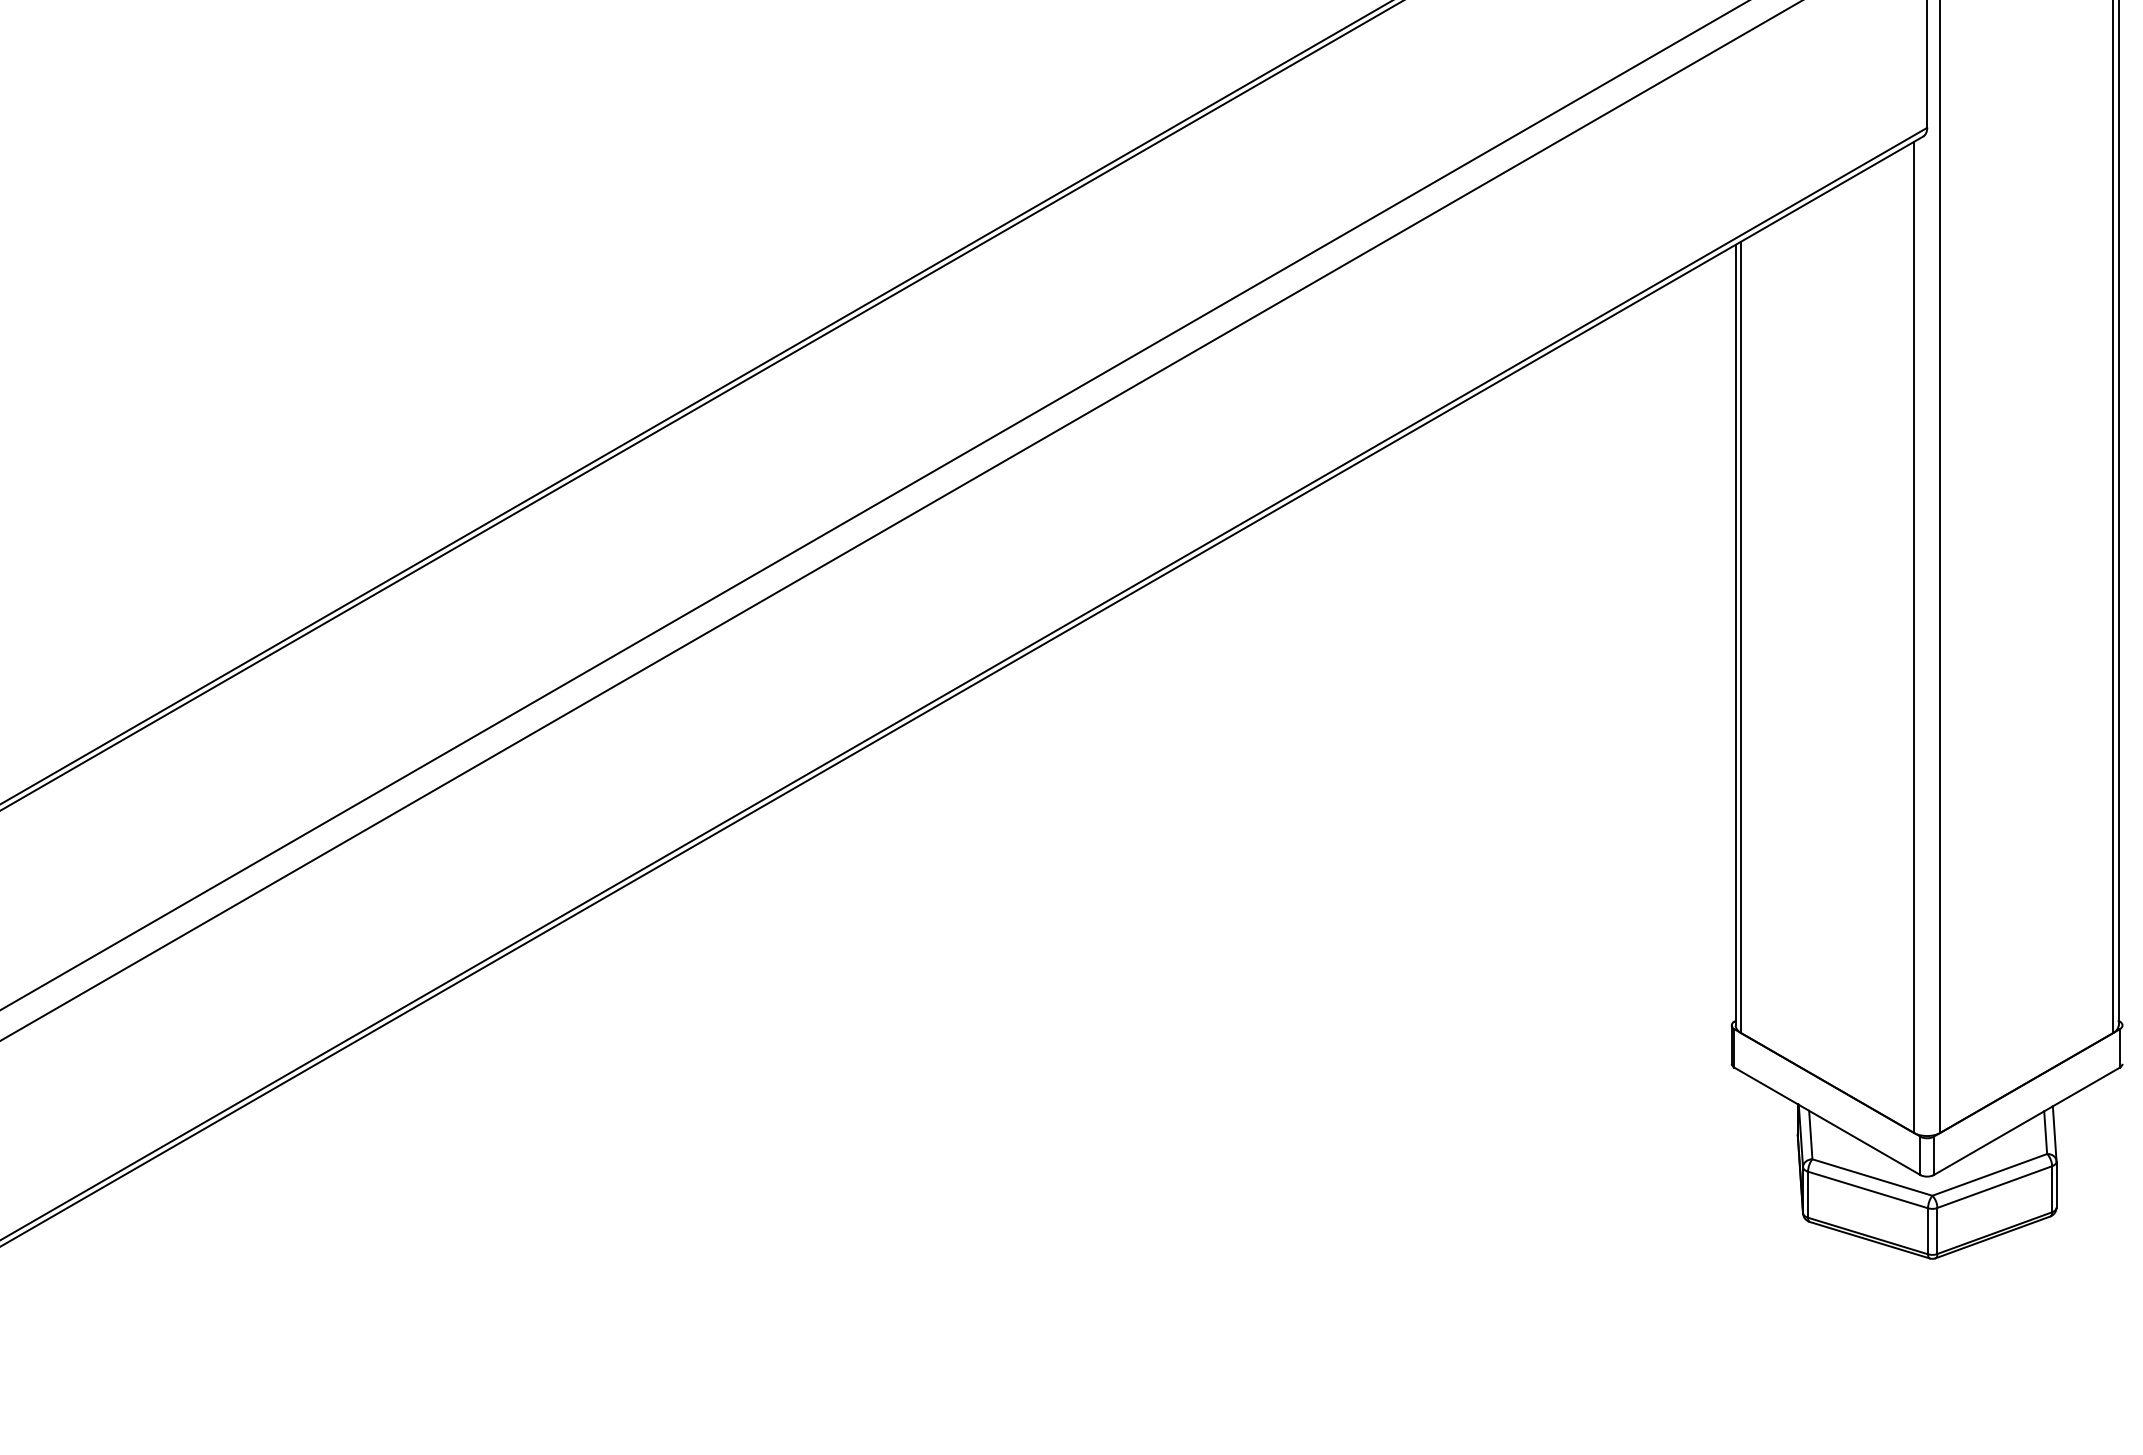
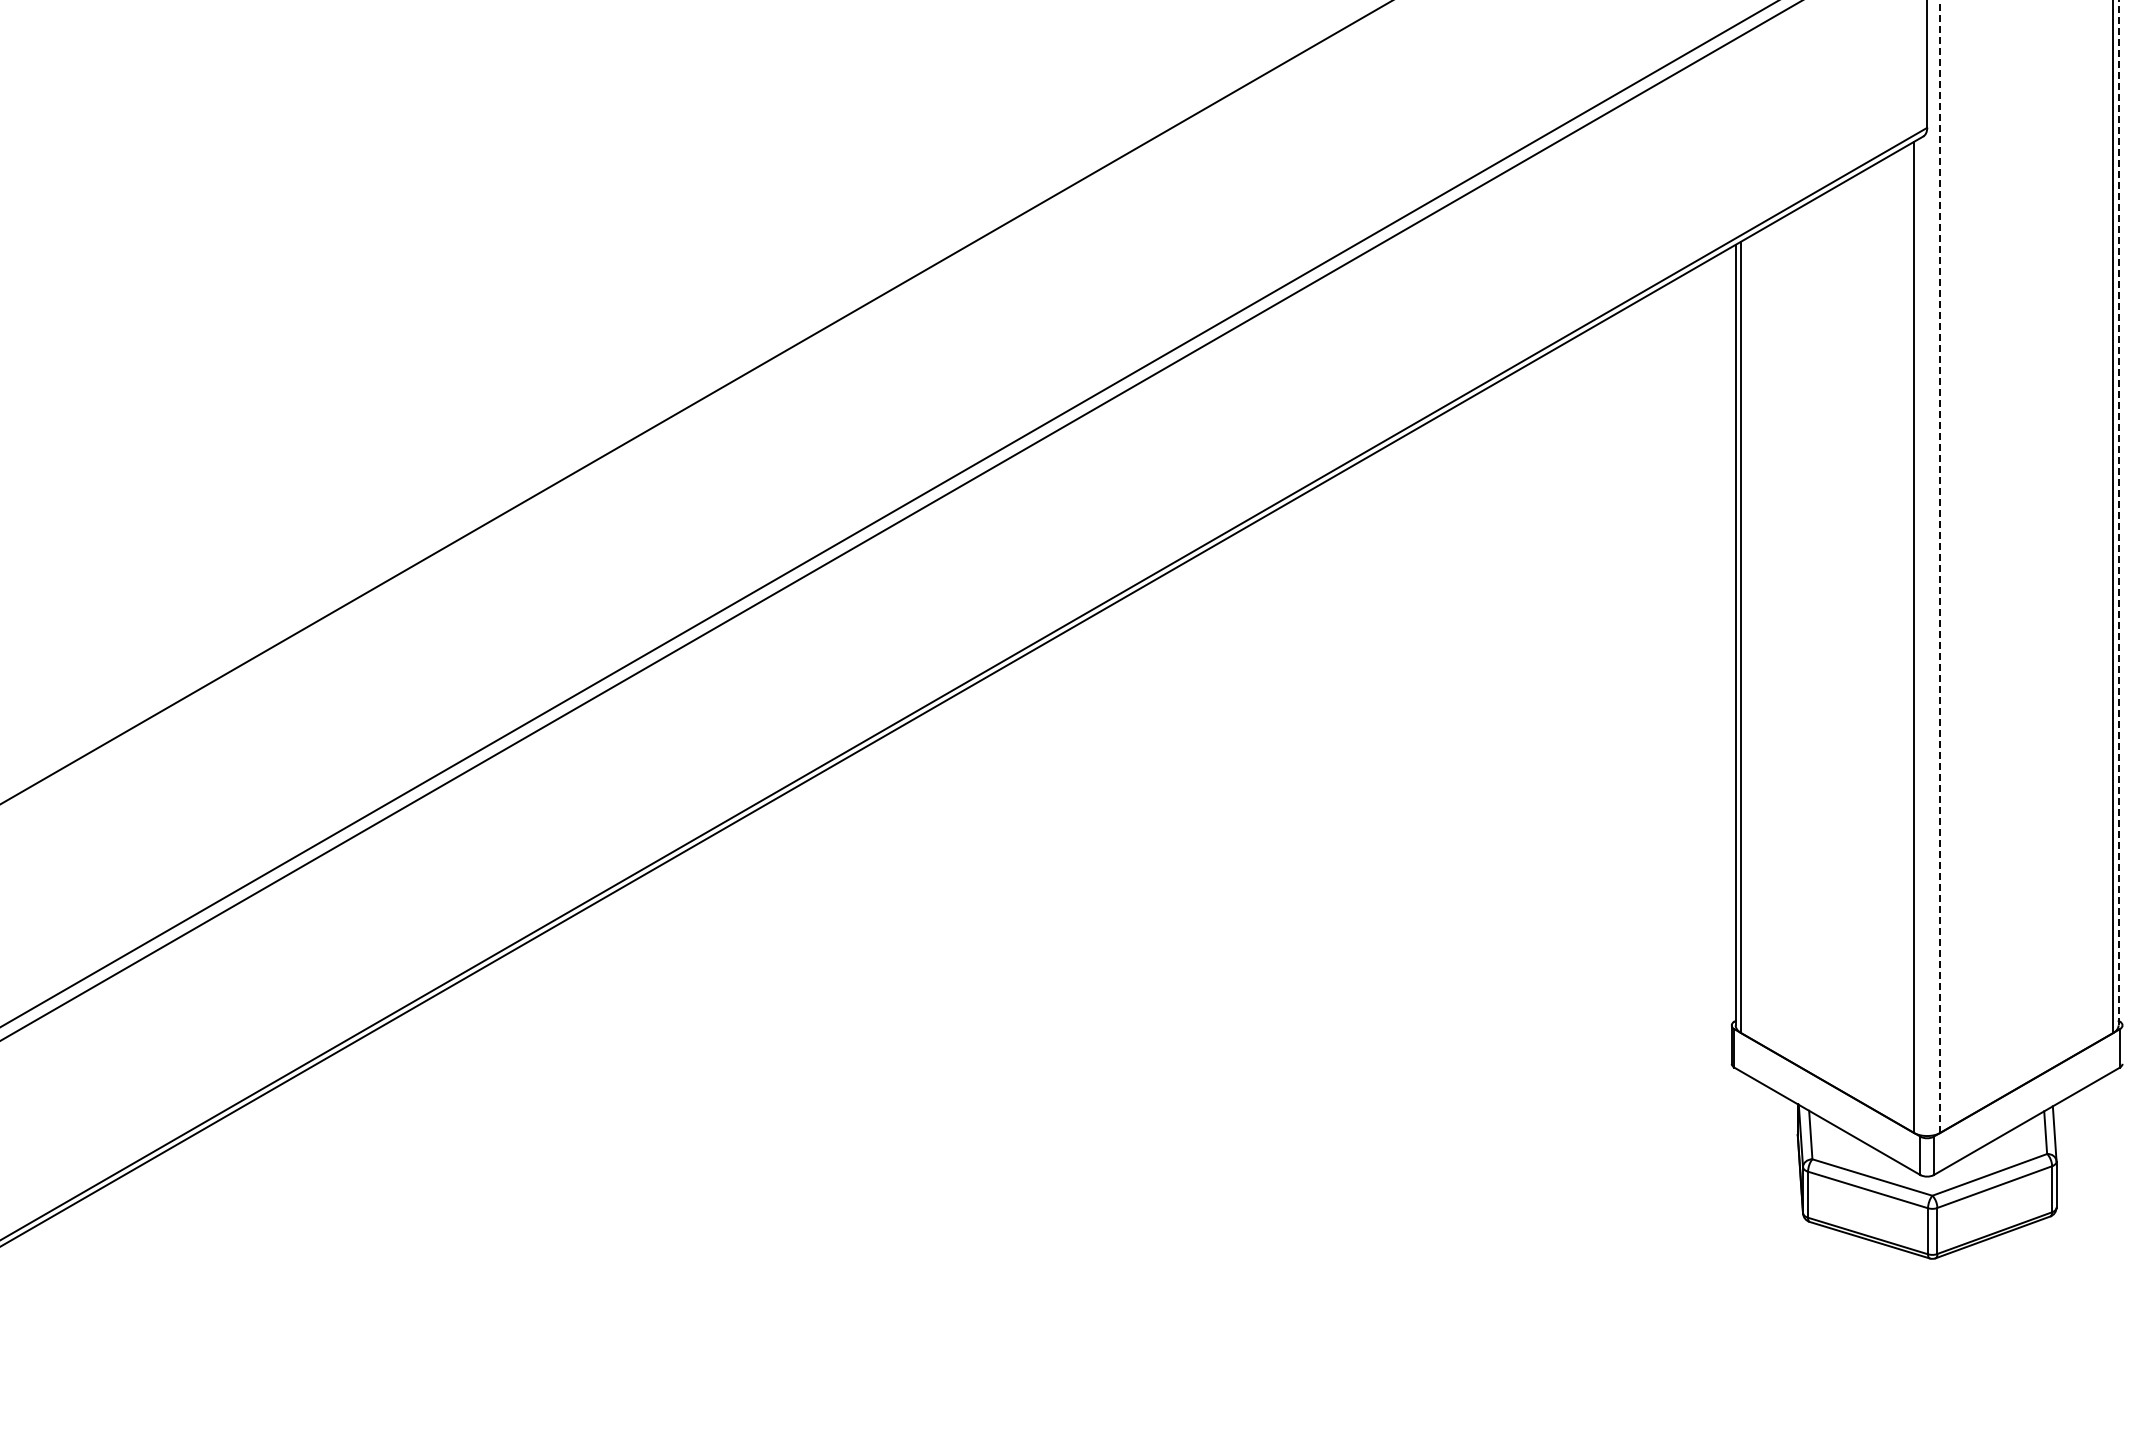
line at (701, 405): present -> none
line at (874, 505) position: (874, 505) -> (889, 514)
line at (2118, 512): solid -> dashed
line at (1940, 566): solid -> dashed
